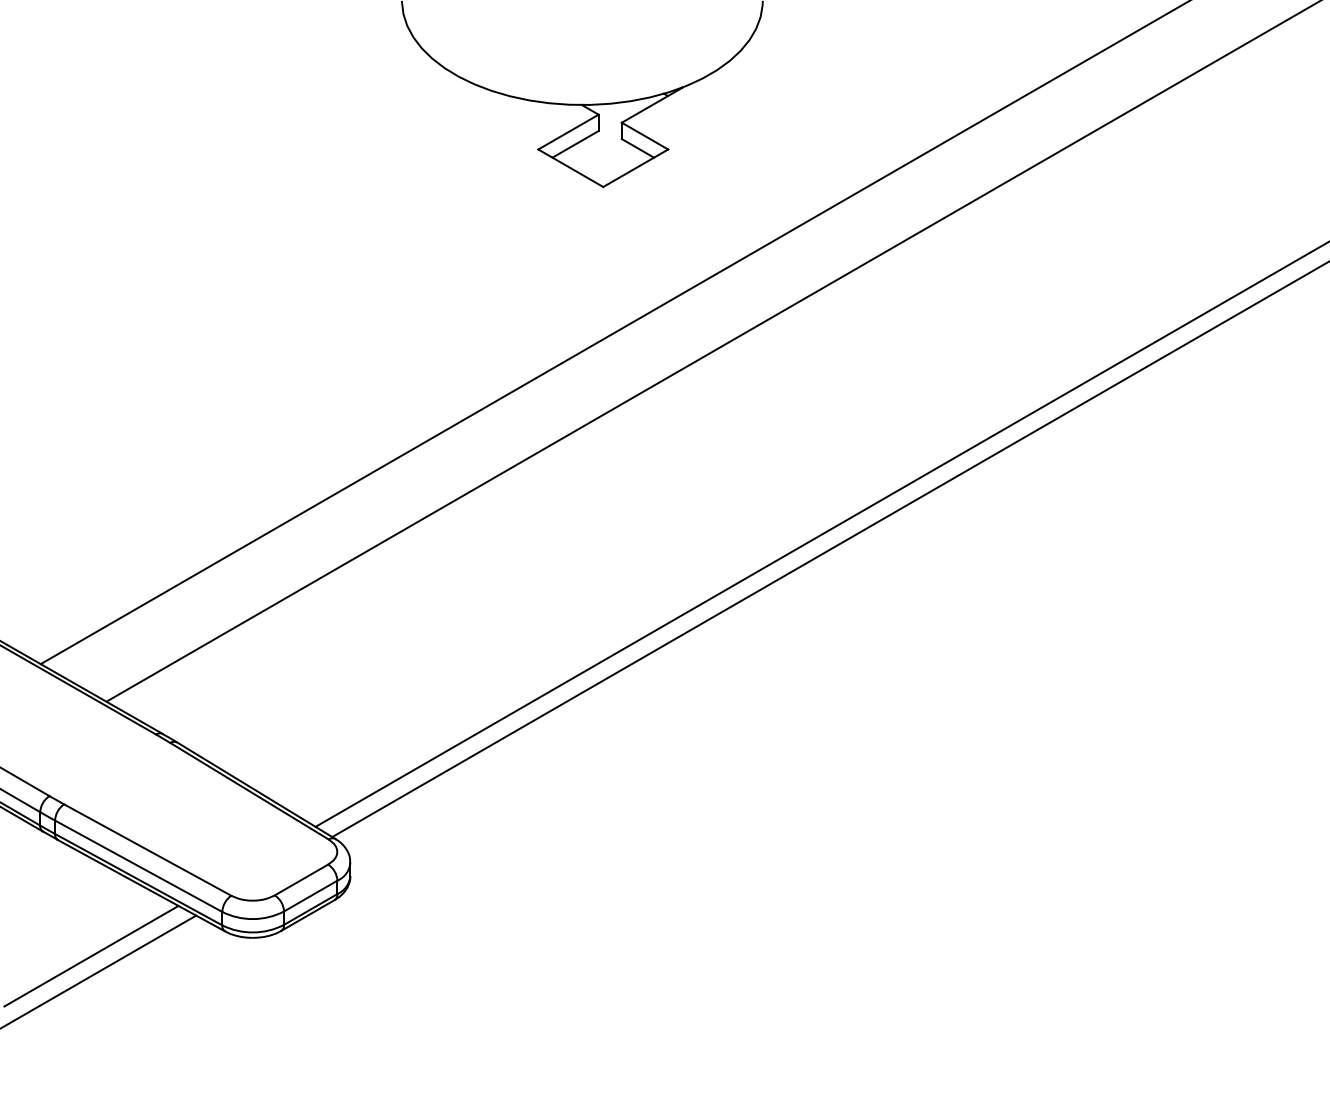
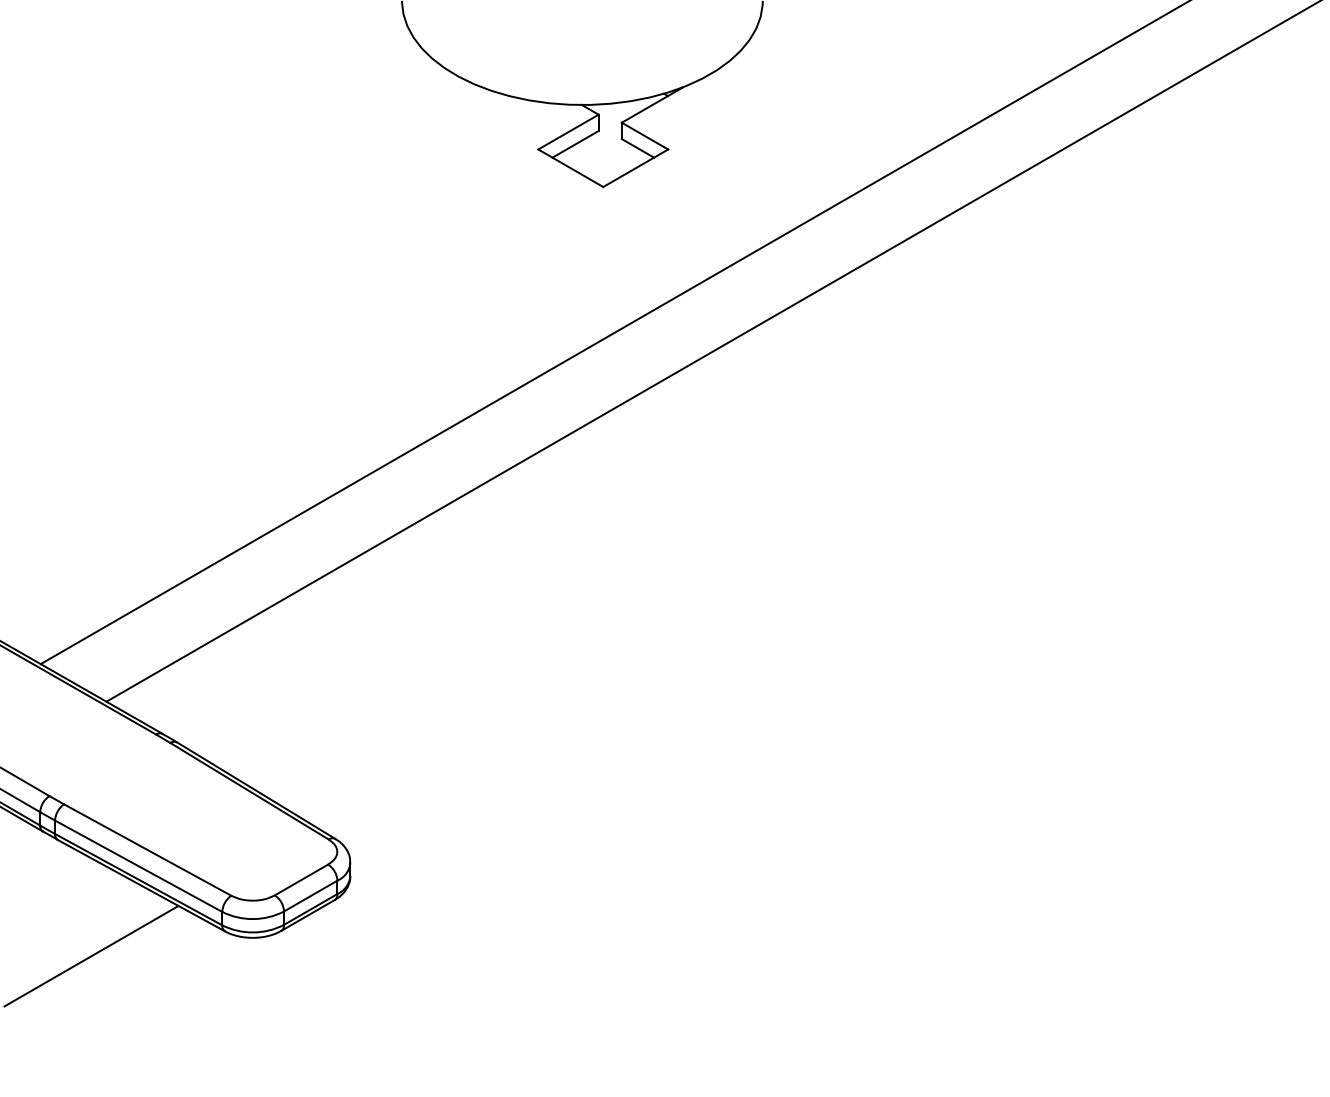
line at (820, 534): present -> none
line at (829, 550): present -> none
line at (99, 971): present -> none
